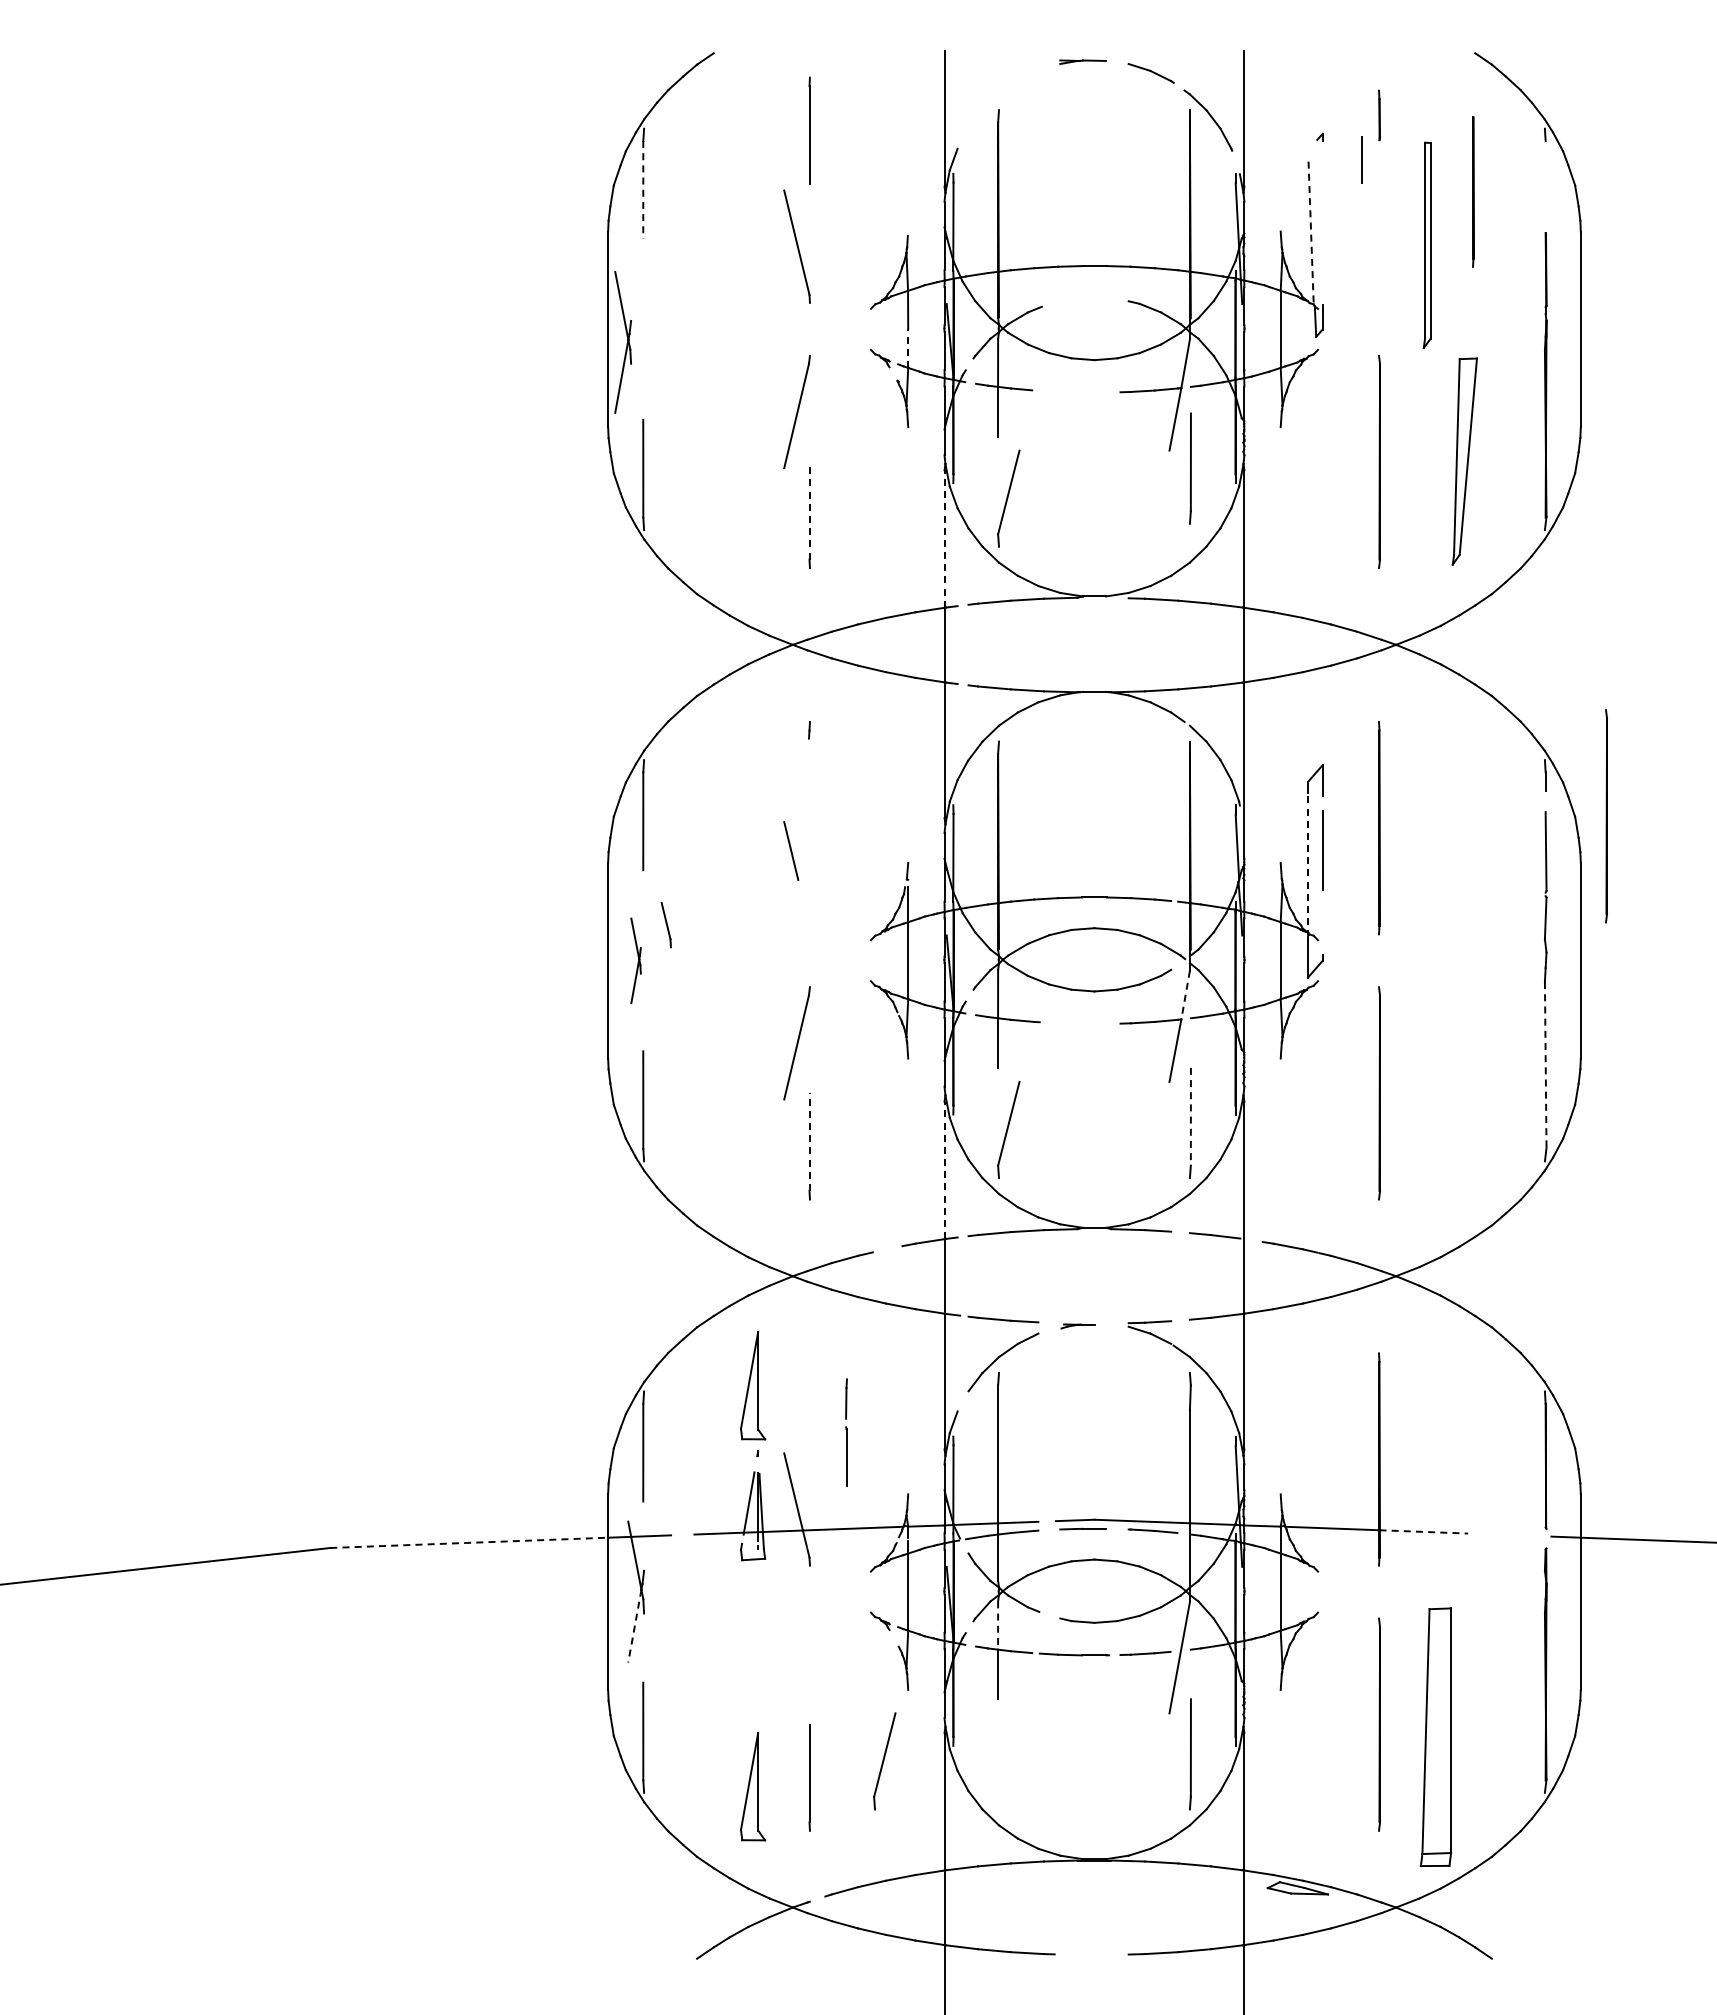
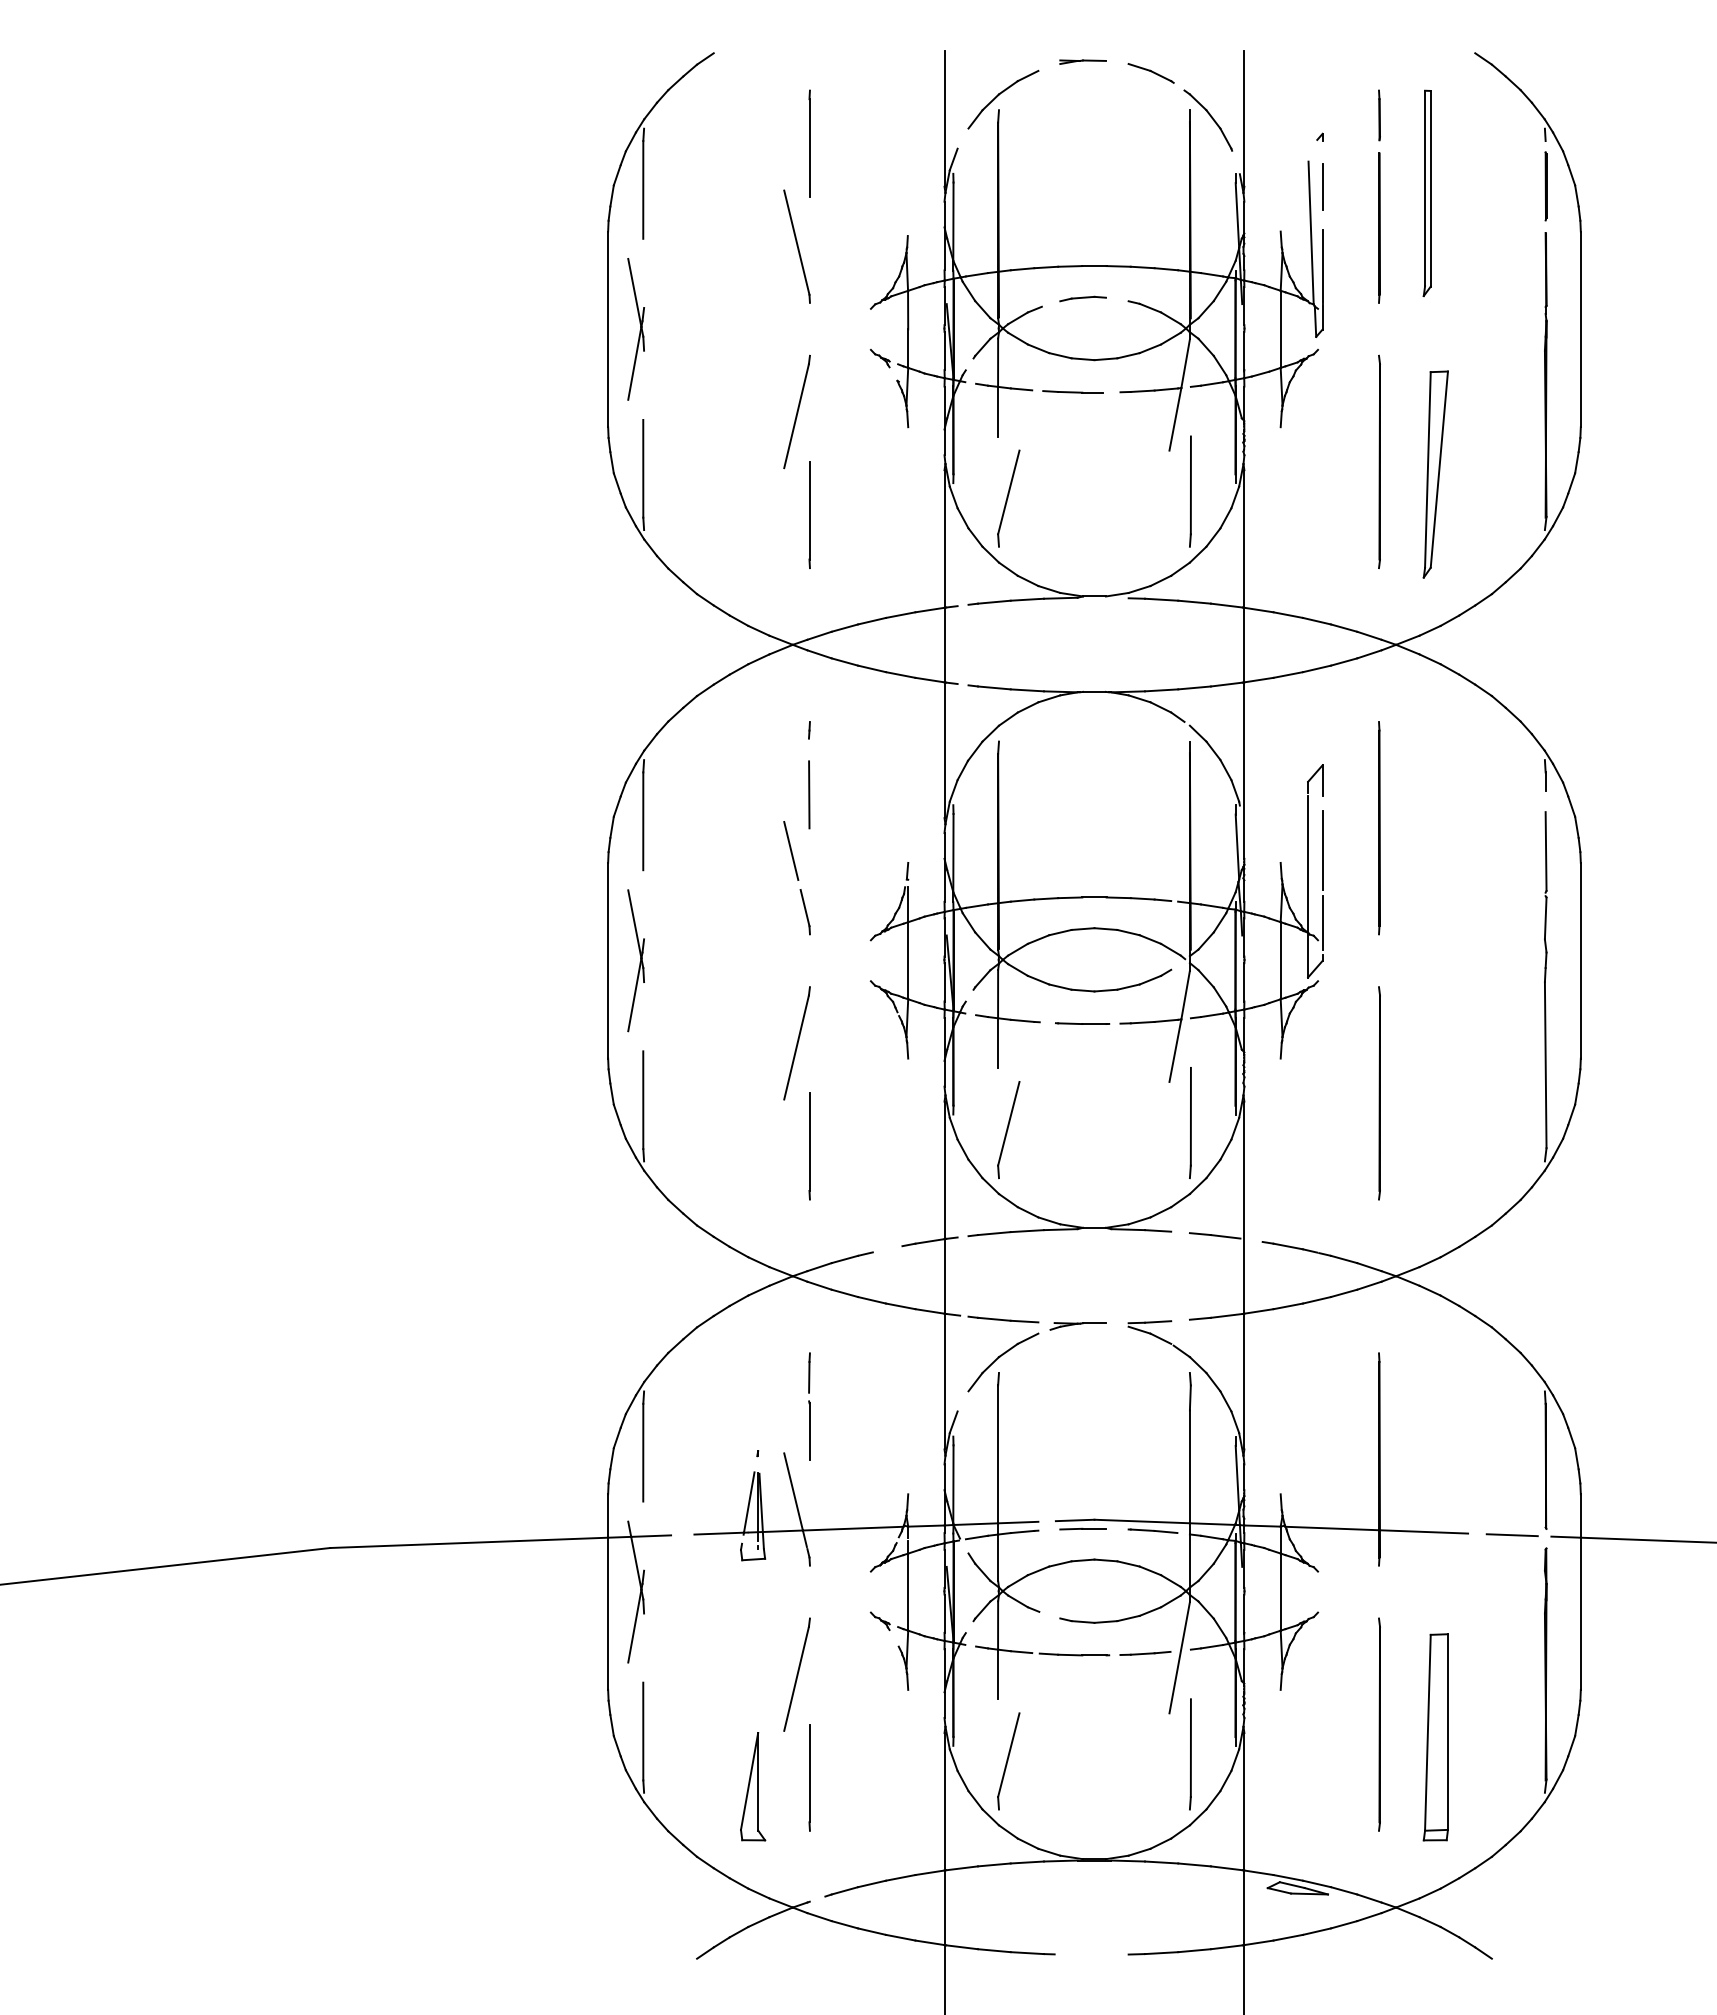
part at (1003, 99): none -> present
line at (809, 130) position: (809, 130) -> (809, 143)
line at (1361, 159) position: (1361, 159) -> (1322, 186)
line at (1545, 186): none -> present
line at (643, 189): dashed -> solid
line at (1473, 191) position: (1473, 191) -> (1379, 227)
line at (1311, 233): dashed -> solid
part at (1426, 244) position: (1426, 244) -> (1426, 192)
line at (1322, 265): none -> present
part at (1082, 298): none -> present
part at (622, 342) position: (622, 342) -> (635, 329)
line at (908, 348): dashed -> solid
line at (1072, 391): none -> present
part at (1464, 461) position: (1464, 461) -> (1435, 474)
line at (1190, 468) position: (1190, 468) -> (1190, 491)
line at (809, 510): dashed -> solid
line at (944, 539): dashed -> solid
line at (809, 794): none -> present
line at (1606, 816): present -> none
line at (1308, 865): dashed -> solid
line at (1322, 922): none -> present
line at (666, 925) position: (666, 925) -> (805, 912)
part at (635, 960) size: 12x88 px -> 18x144 px
line at (1185, 995): dashed -> solid
line at (1082, 1023): none -> present
line at (1545, 1065): dashed -> solid
line at (1190, 1116): dashed -> solid
line at (809, 1142): dashed -> solid
line at (944, 1170): dashed -> solid
part at (1077, 1326) size: 36x7 px -> 58x9 px
part at (753, 1385): present -> none
line at (846, 1432) position: (846, 1432) -> (809, 1406)
line at (1424, 1531): dashed -> solid
line at (1511, 1535): none -> present
line at (469, 1542): dashed -> solid
line at (634, 1626): dashed -> solid
line at (998, 1626): dashed -> solid
line at (796, 1674): none -> present
part at (1435, 1736) size: 34x260 px -> 27x209 px
part at (884, 1761) position: (884, 1761) -> (1008, 1761)
